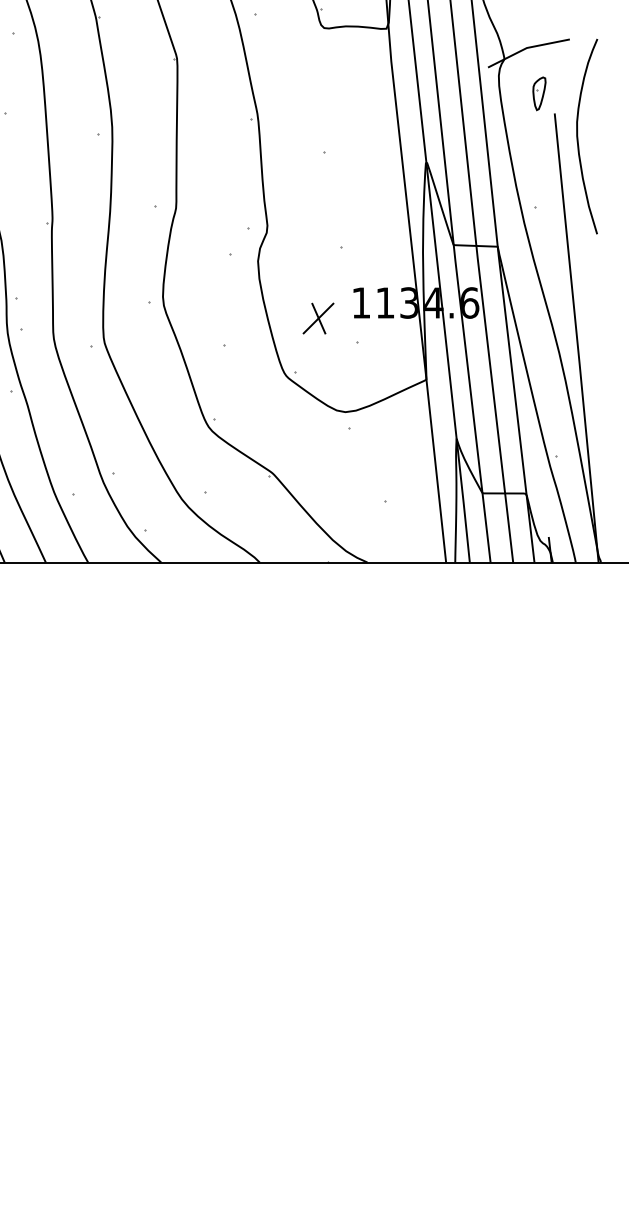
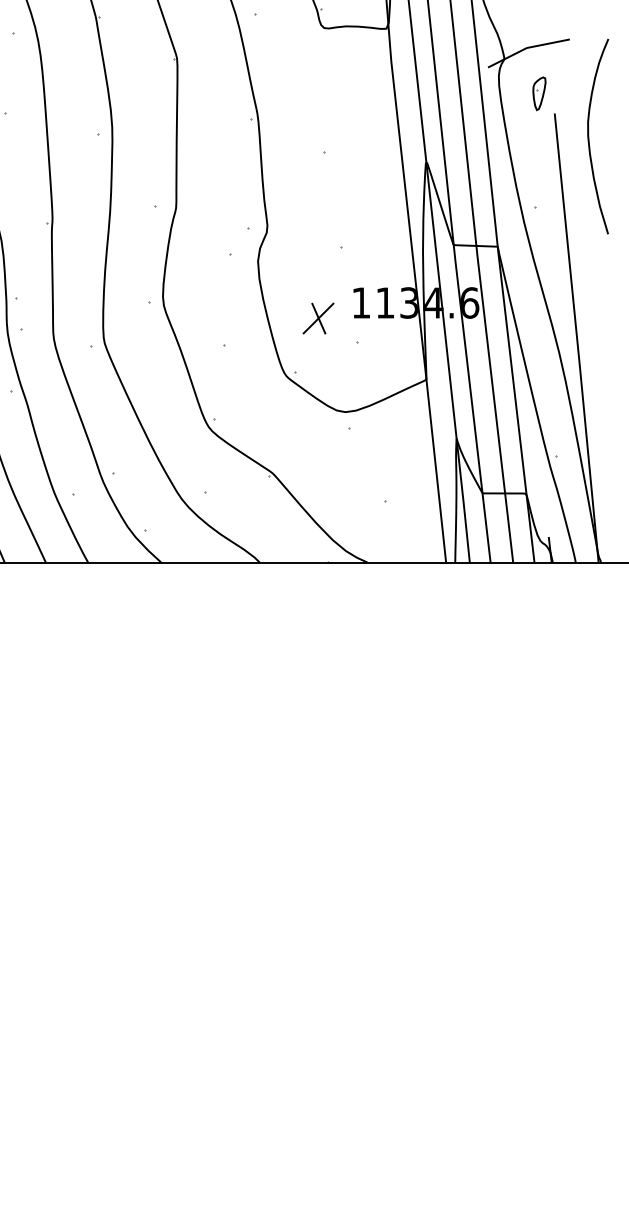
curve at (578, 136) position: (578, 136) -> (589, 136)
